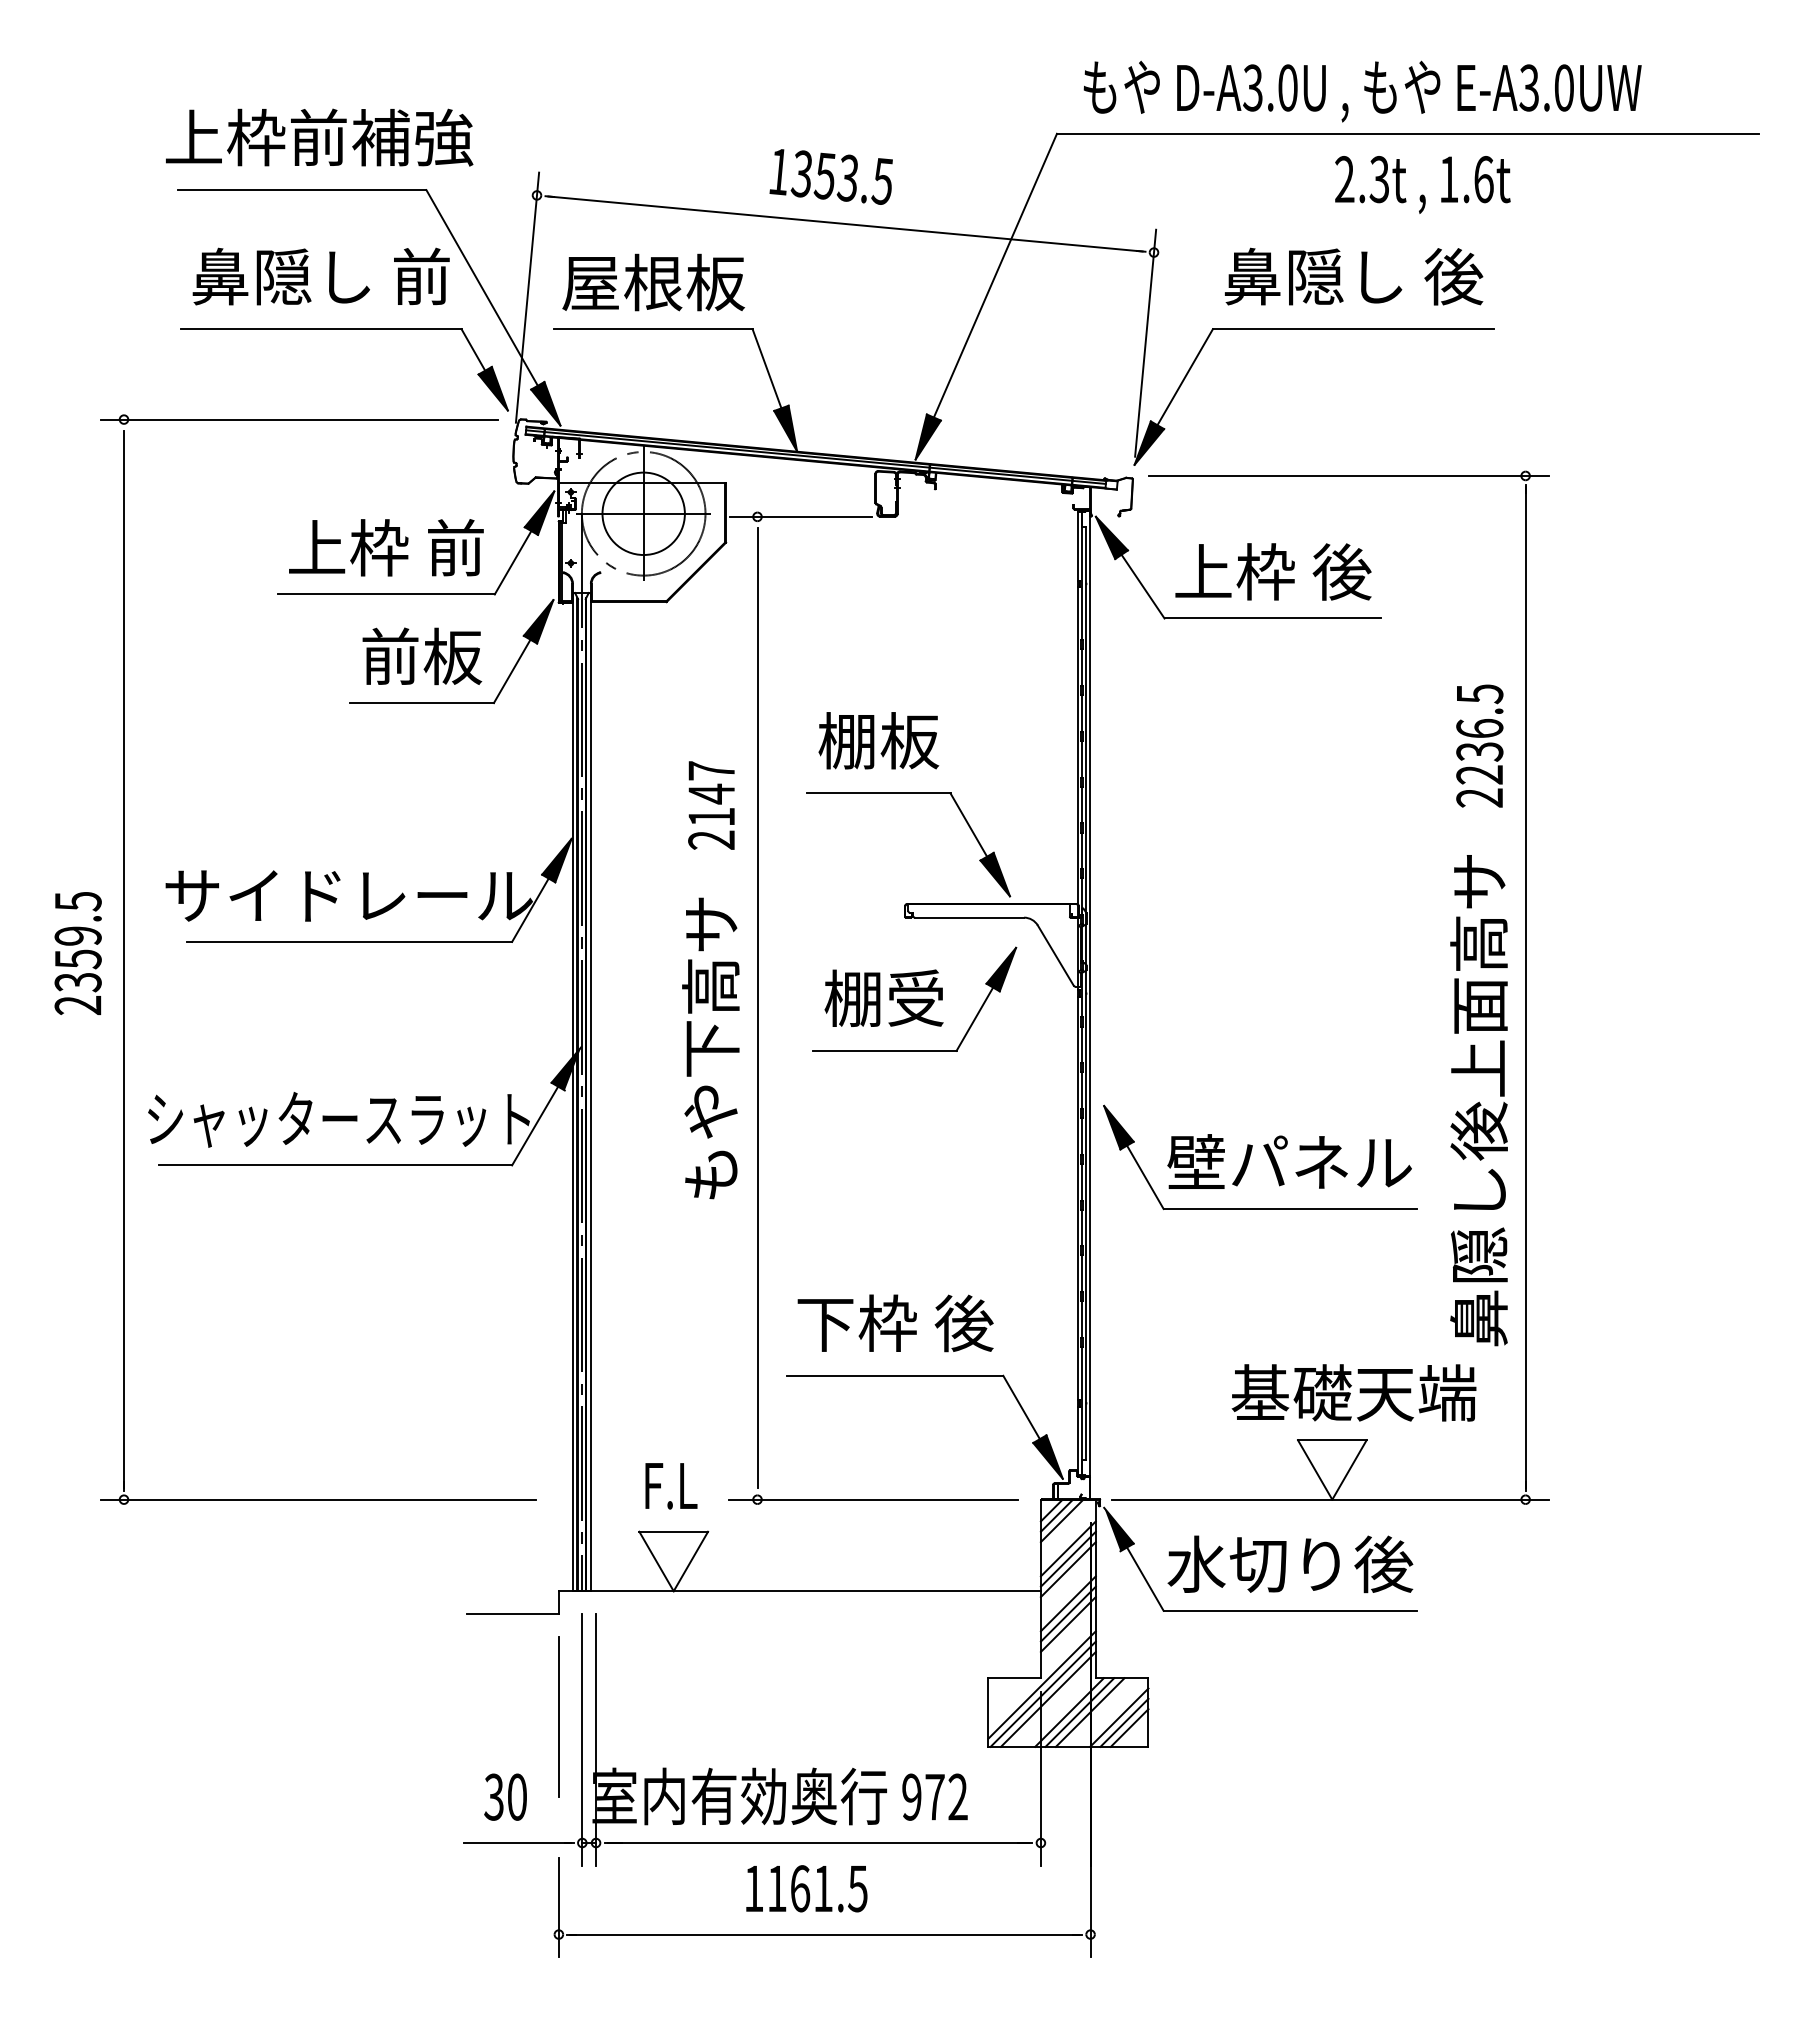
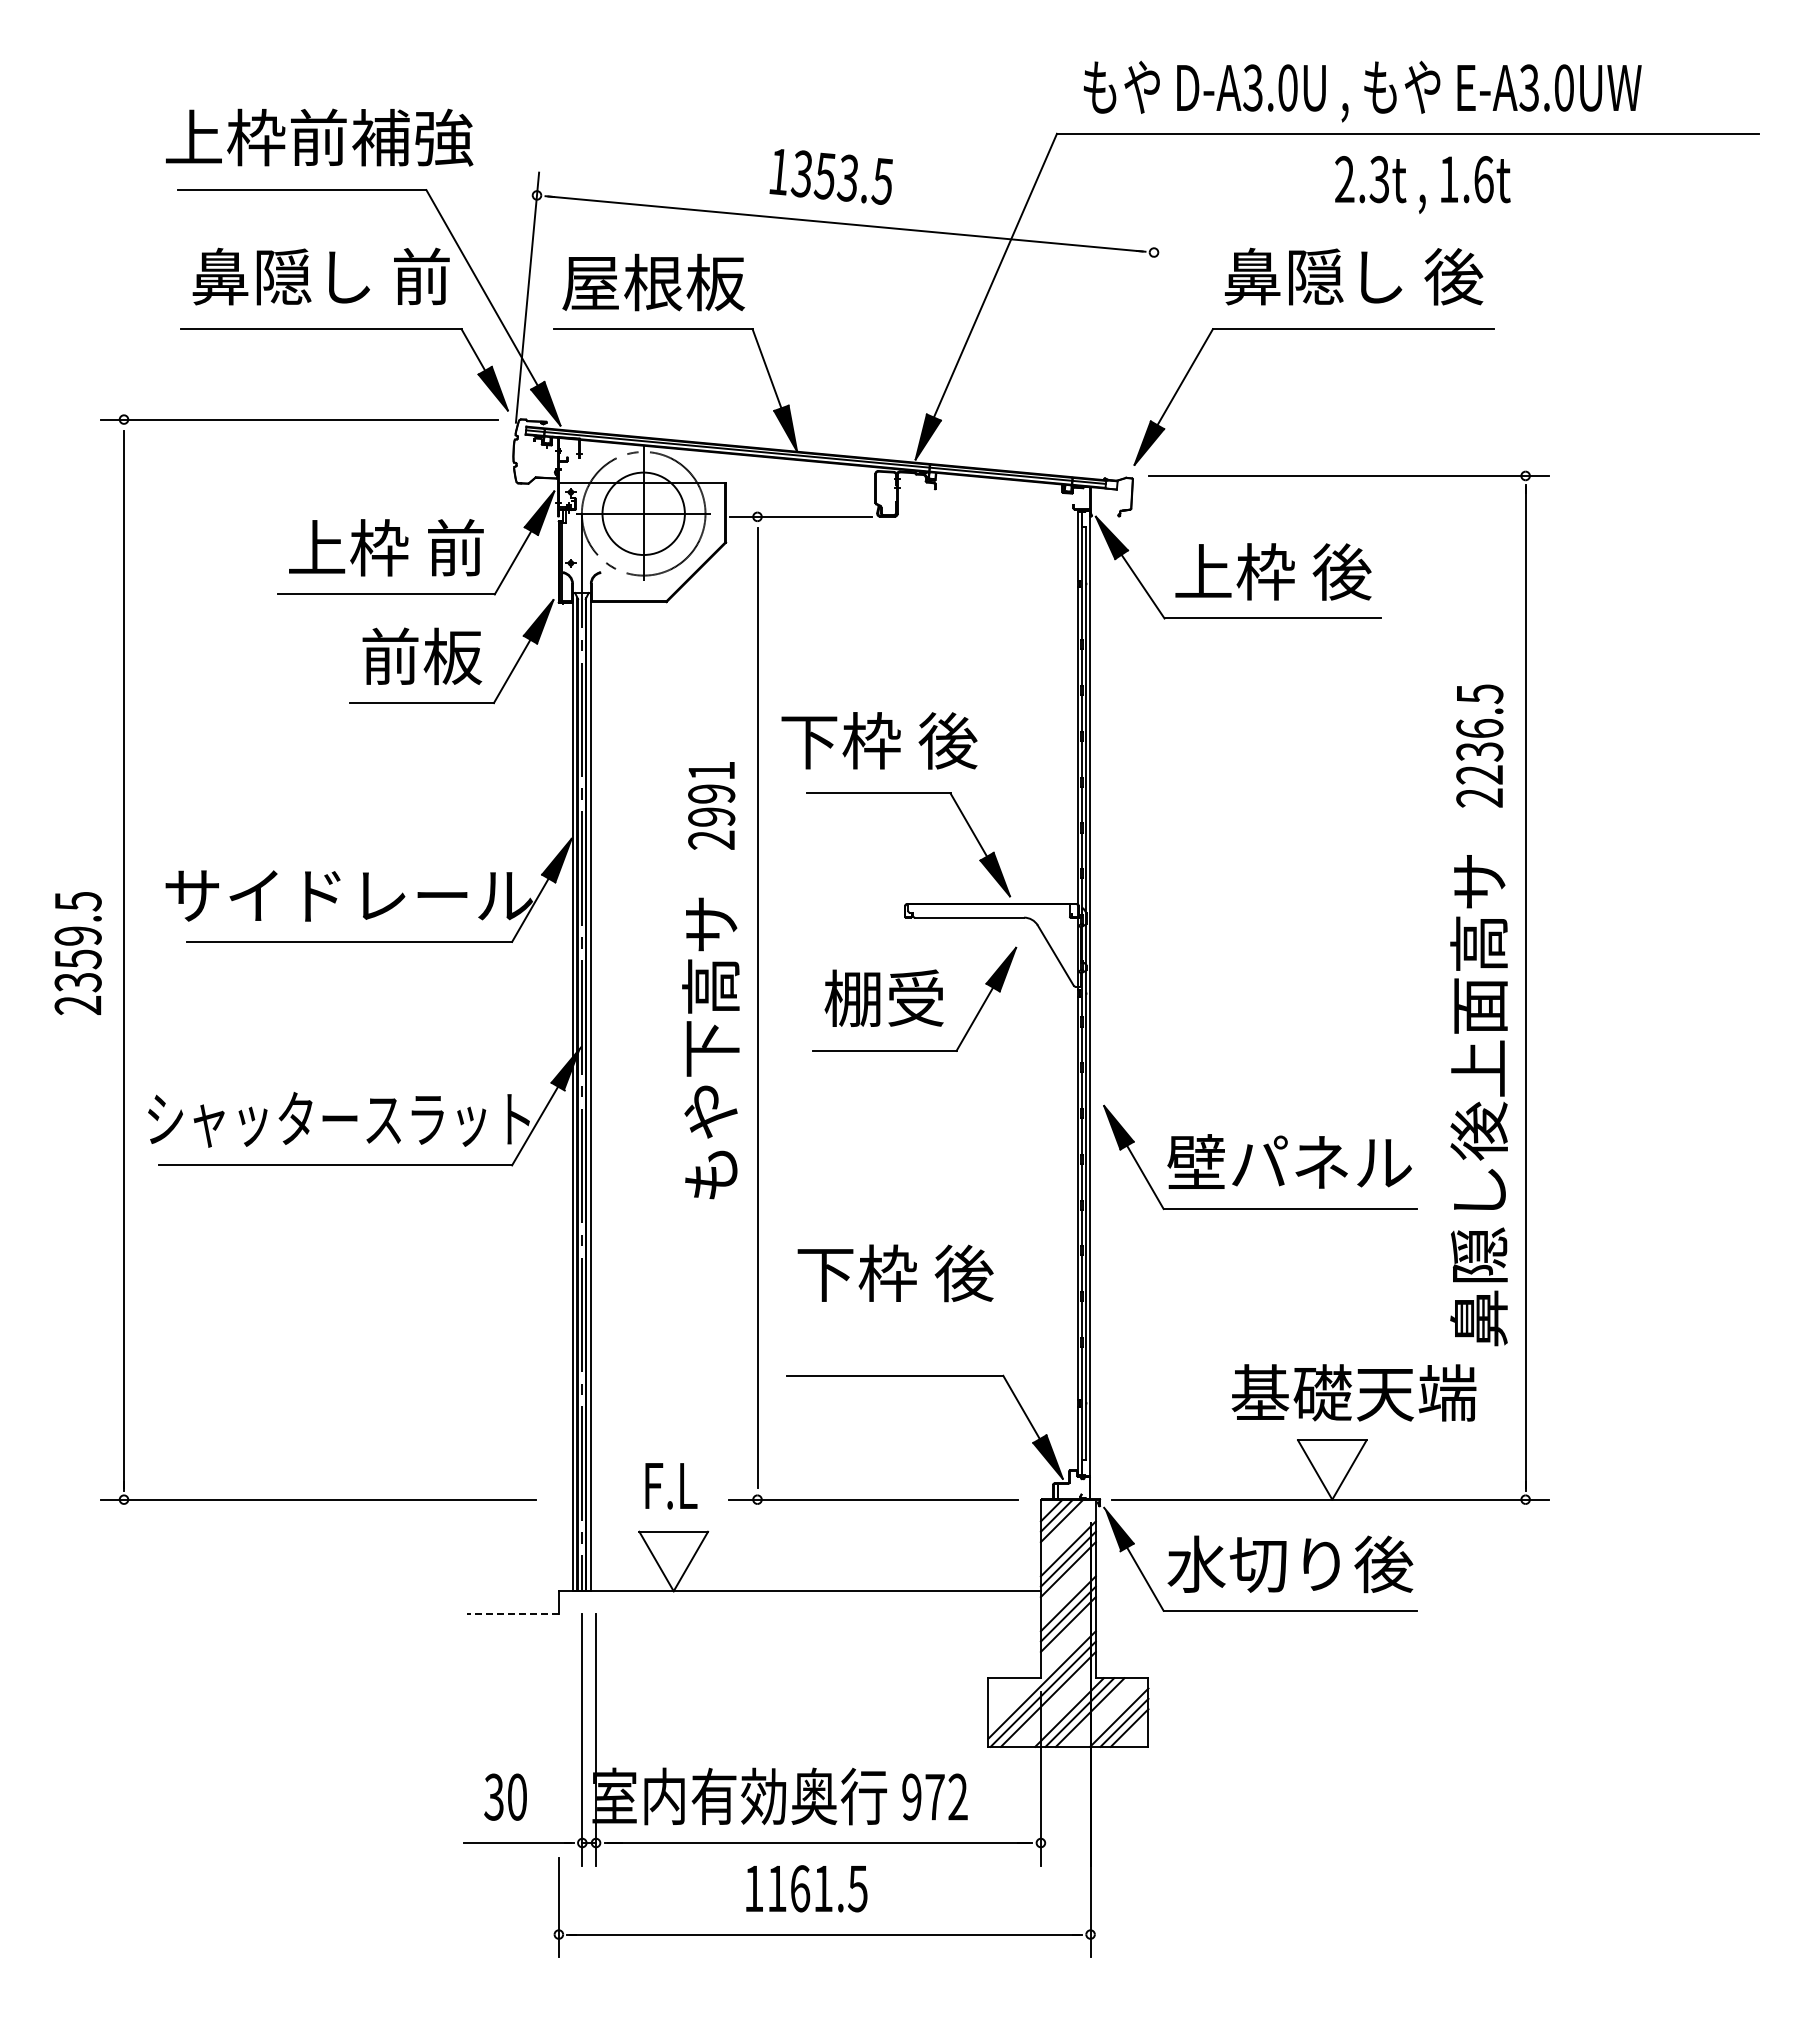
line at (1145, 342): present -> none
text at (879, 740): 棚板 -> 下枠 後
text at (711, 793): 2147 -> 2991
text at (895, 1323) position: (895, 1323) -> (895, 1273)
line at (513, 1614): solid -> dashed
line at (558, 1717): present -> none
